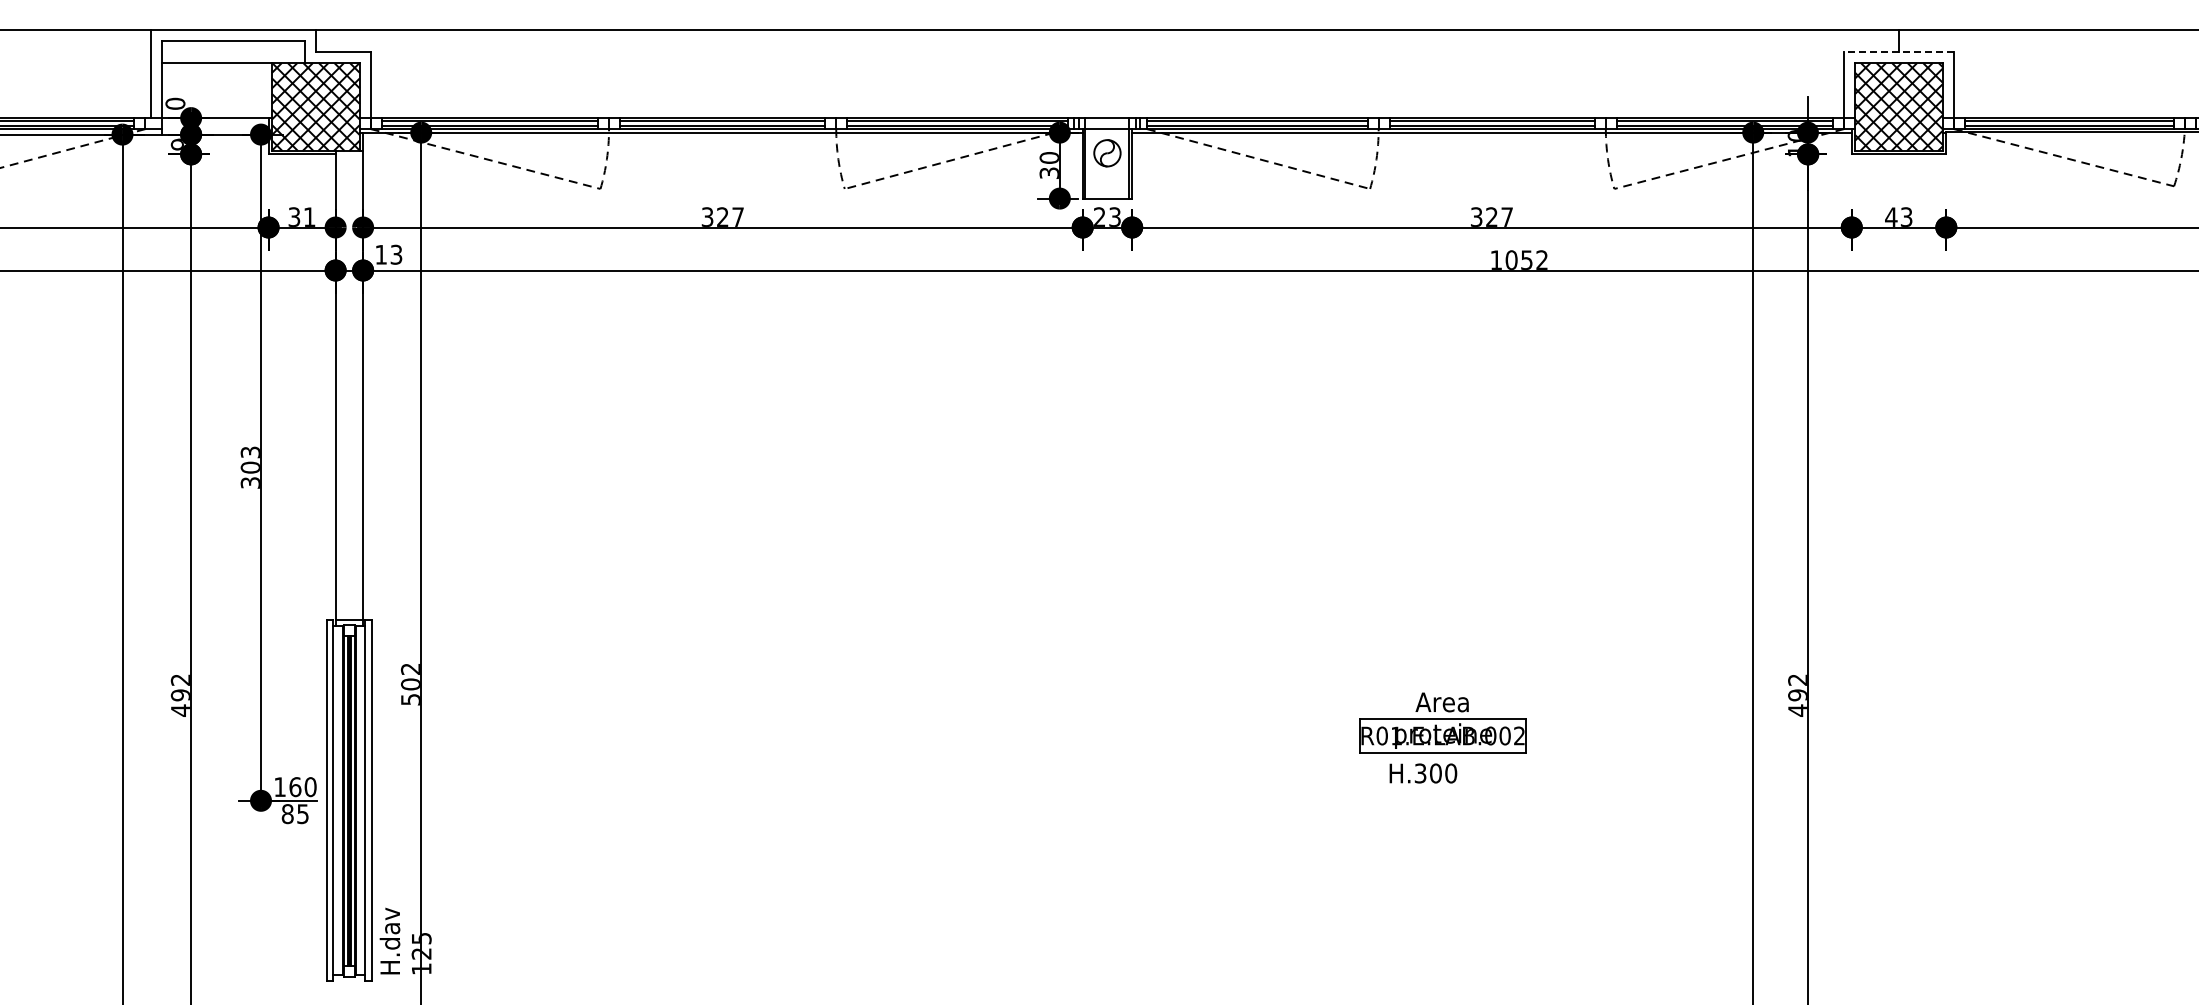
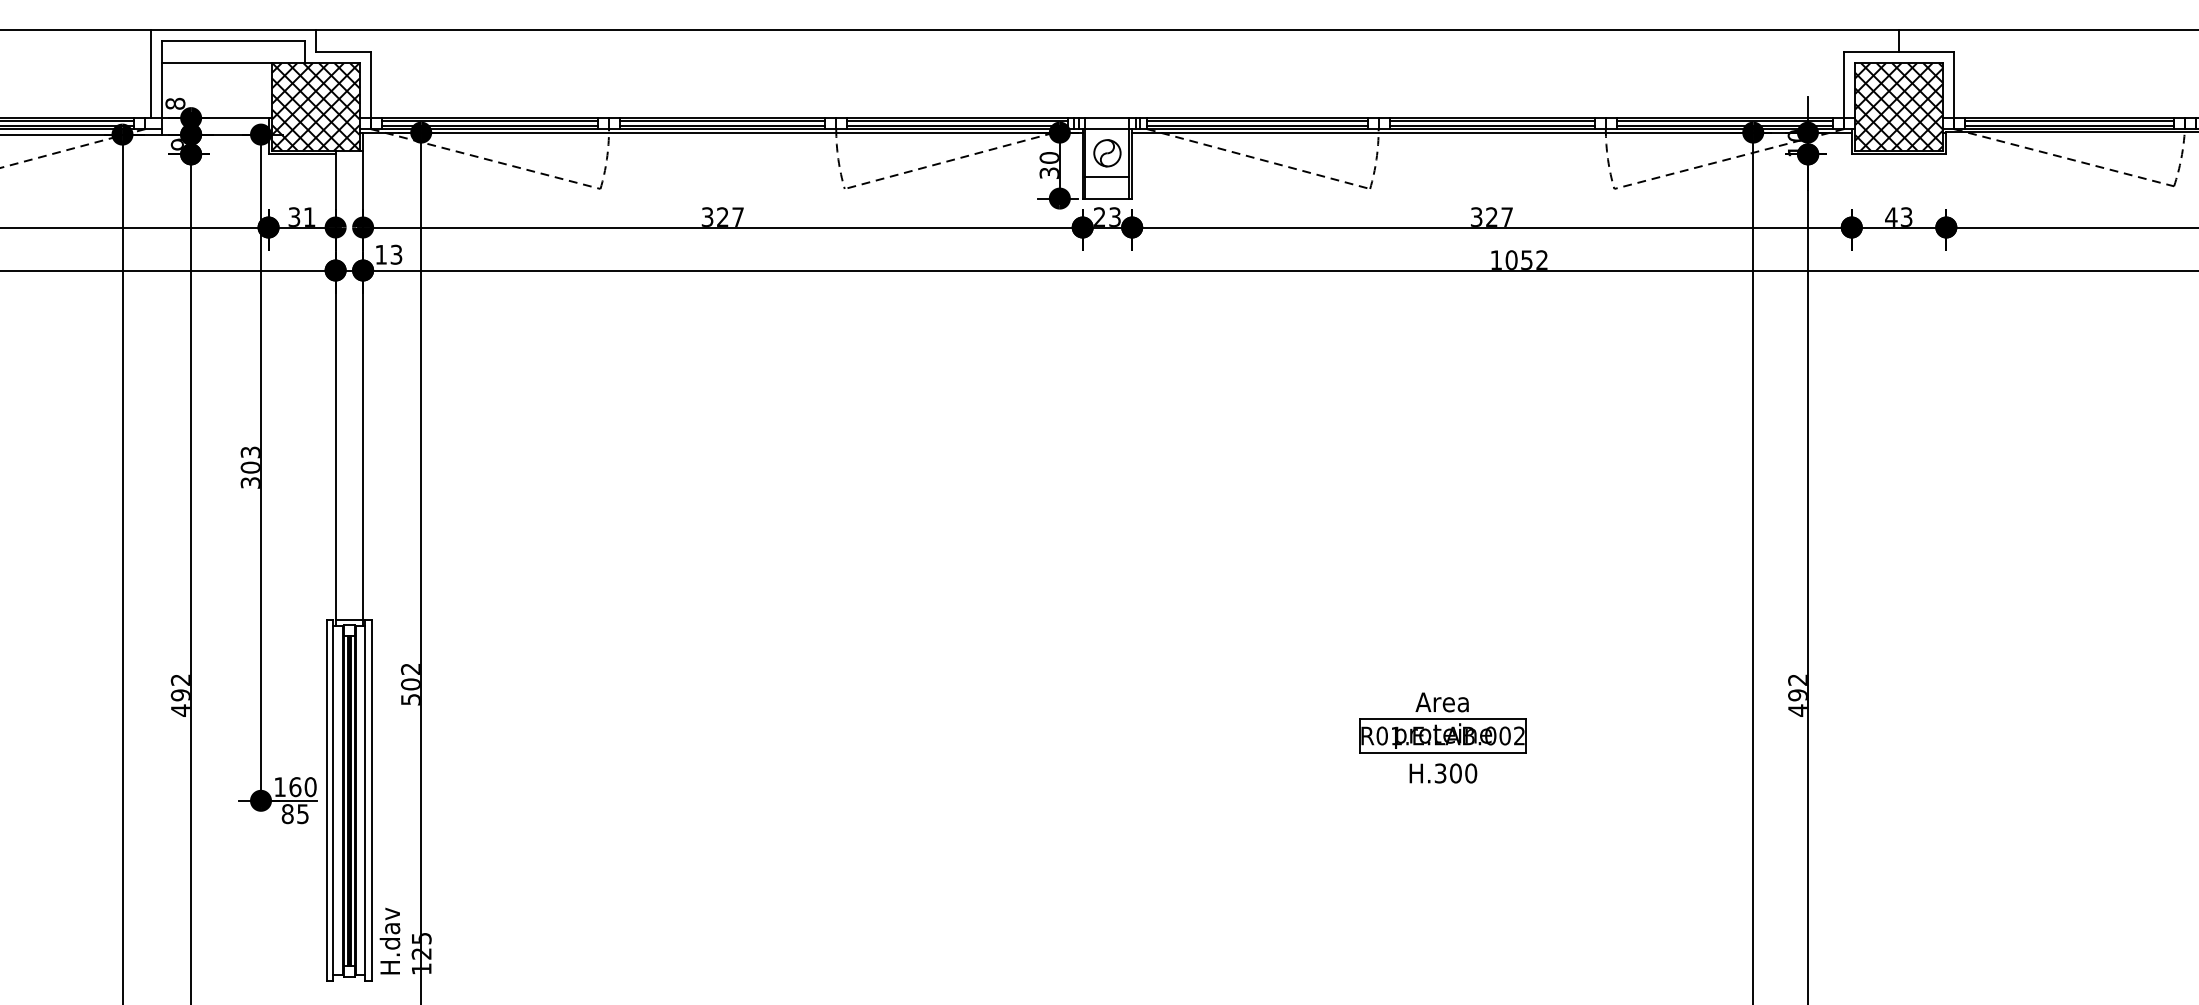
line at (1899, 52): dashed -> solid
text at (175, 103): 0 -> 8
line at (1107, 176): none -> present
text at (1423, 773) position: (1423, 773) -> (1443, 773)
